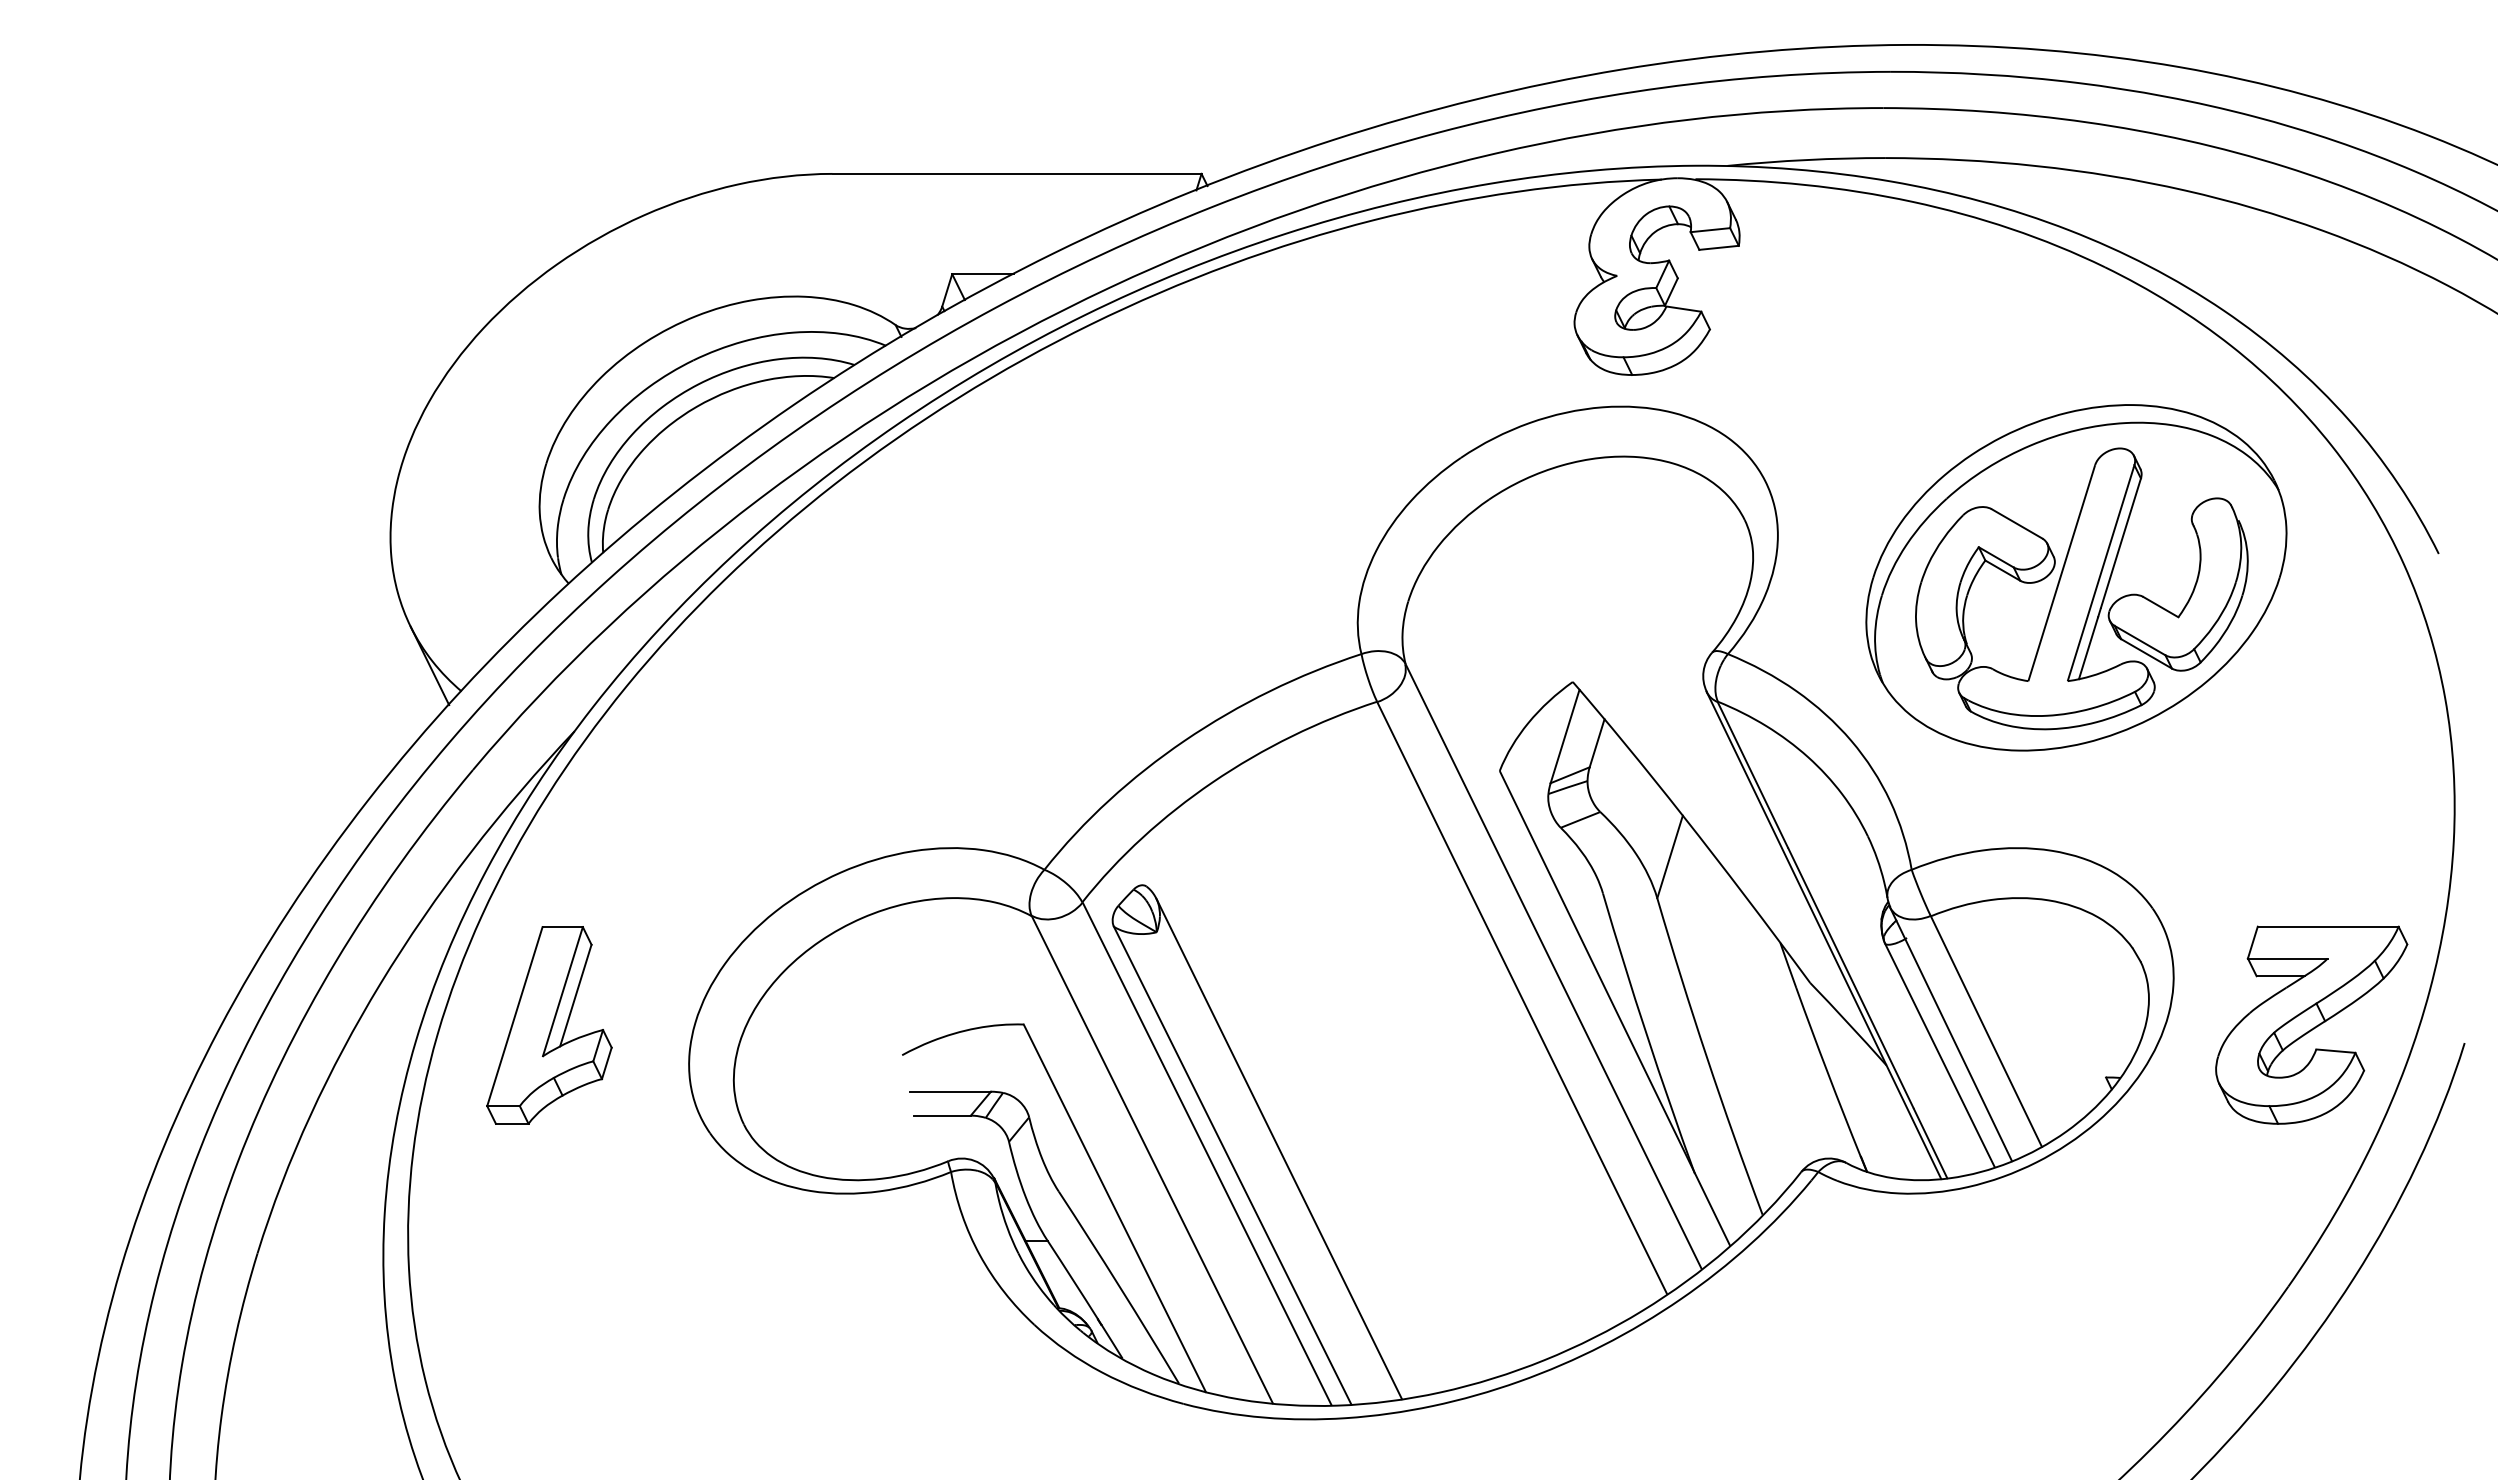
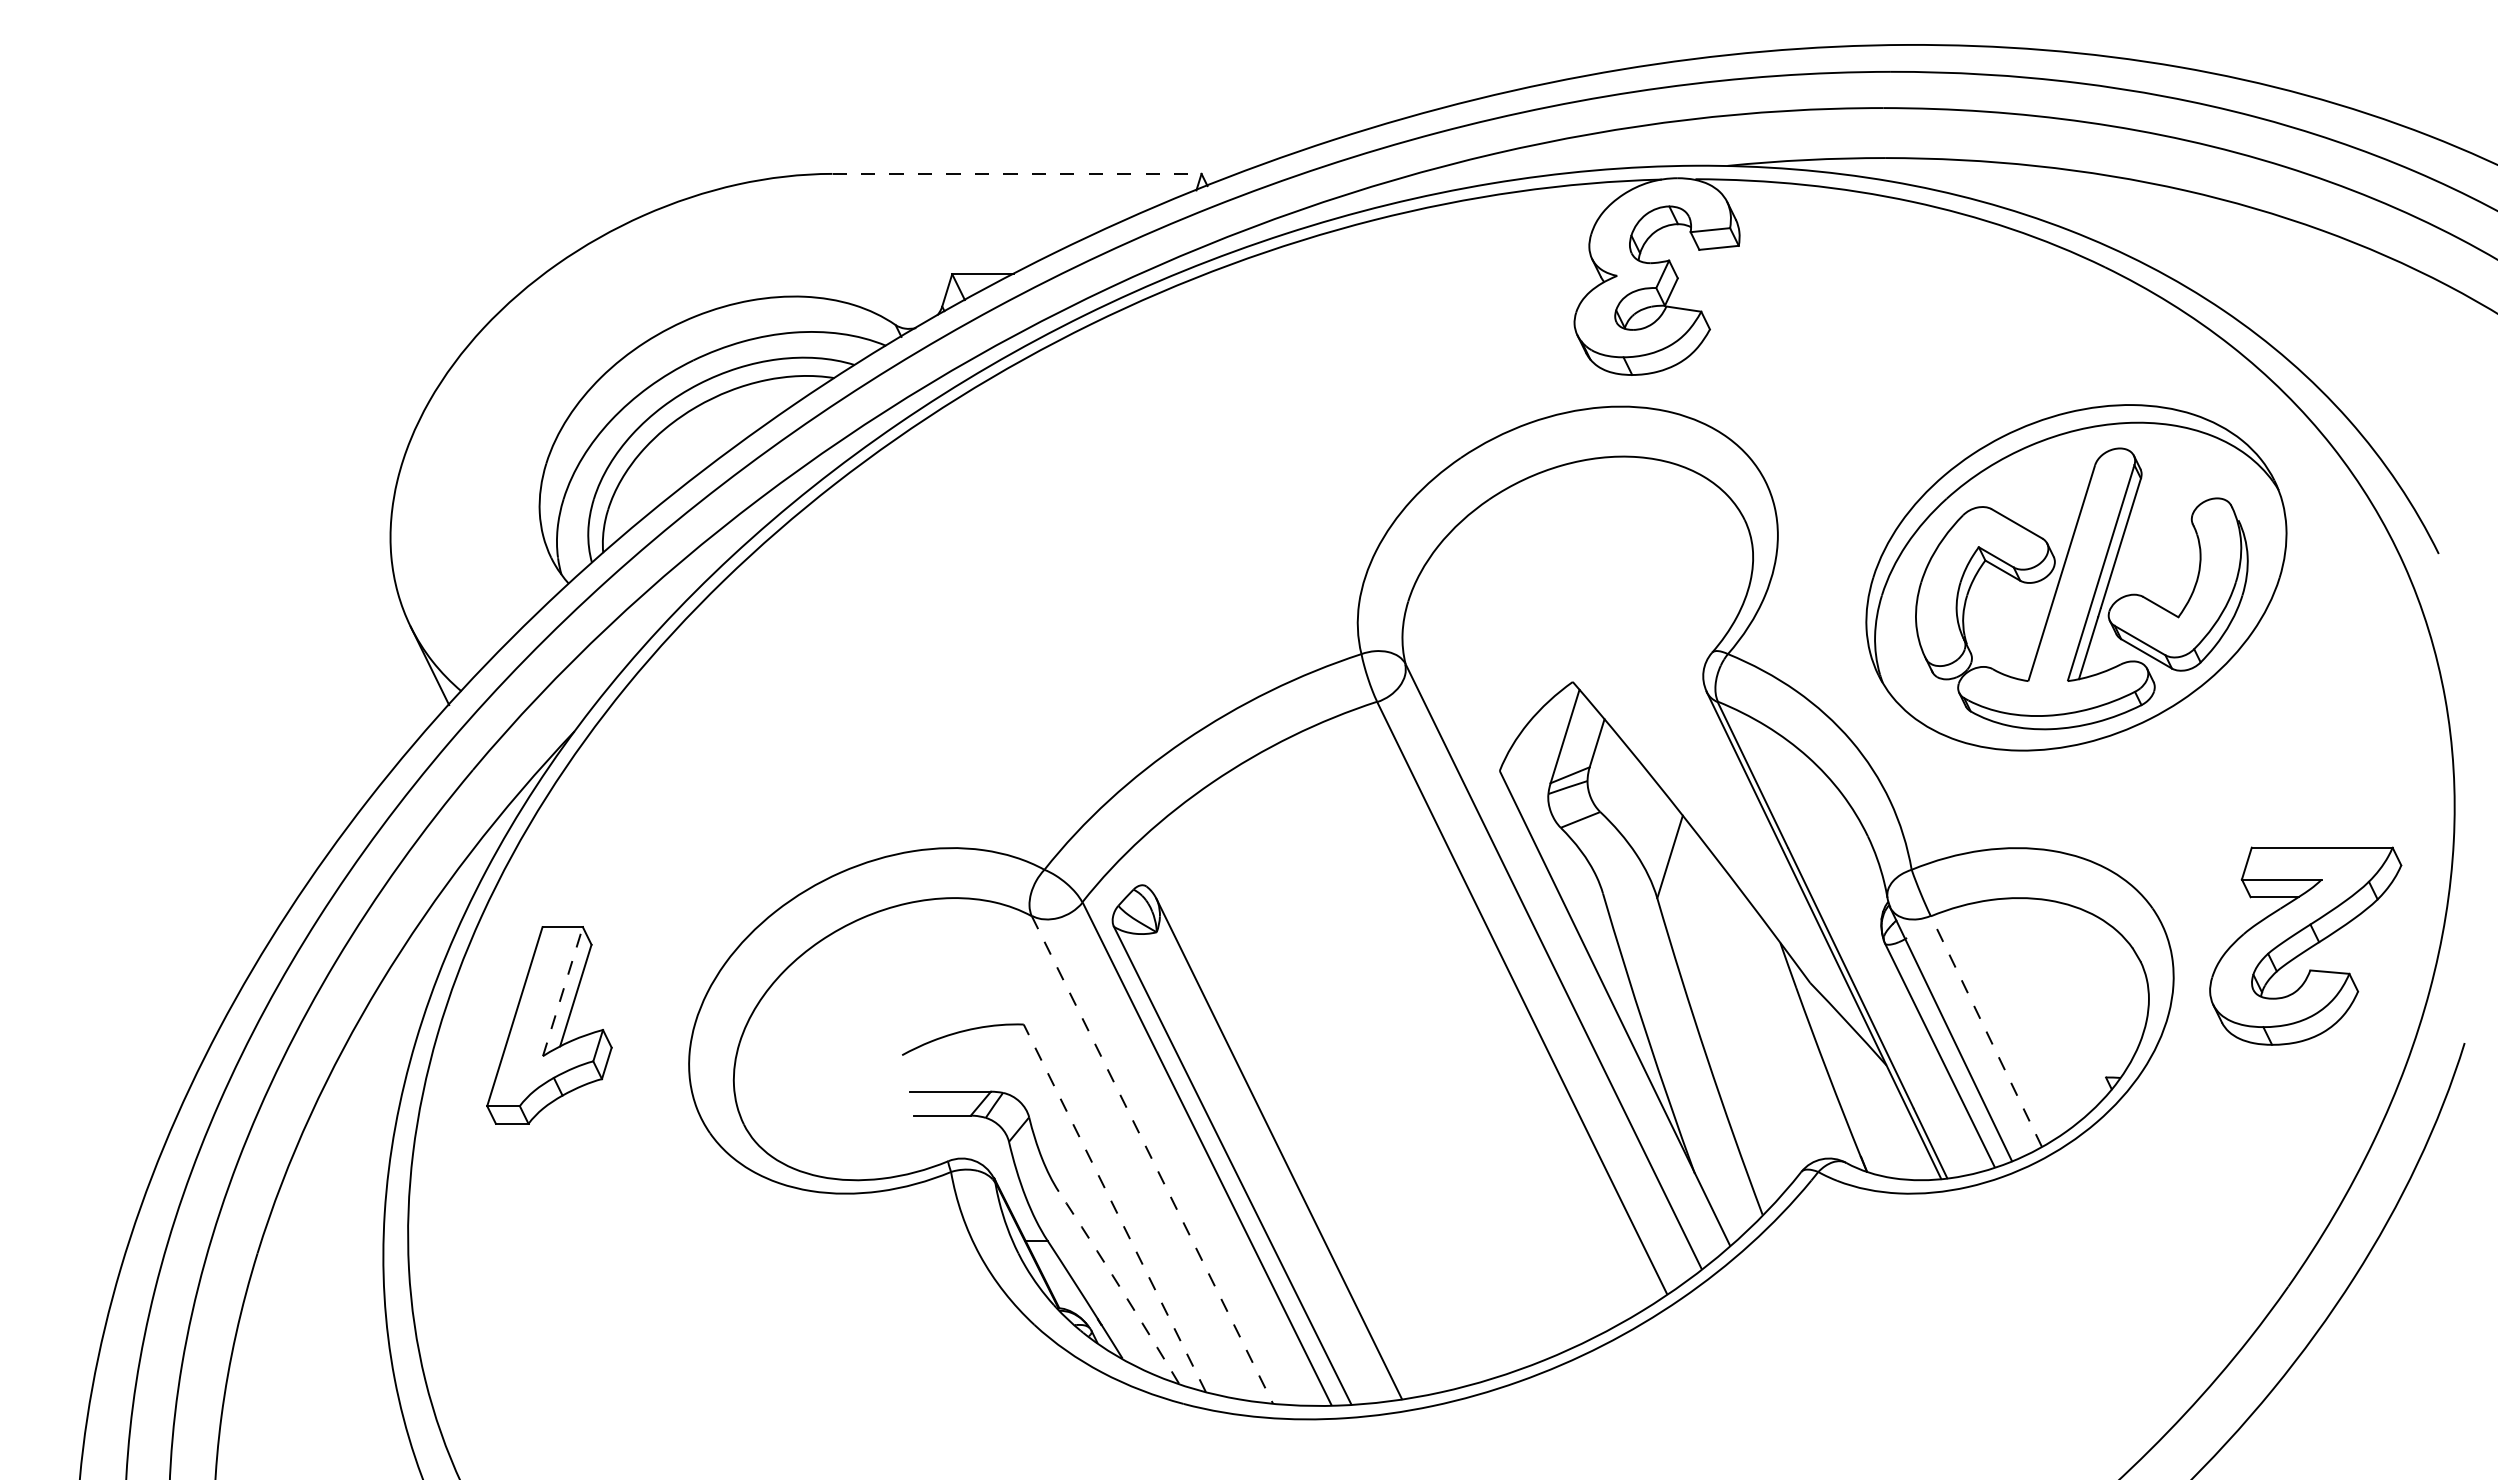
line at (1017, 173): solid -> dashed
line at (562, 991): solid -> dashed
part at (2311, 1024) position: (2311, 1024) -> (2305, 945)
line at (1986, 1031): solid -> dashed
line at (1152, 1159): solid -> dashed
line at (1114, 1207): solid -> dashed
arc at (1119, 1287): solid -> dashed
